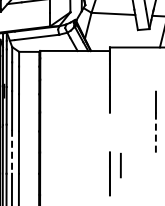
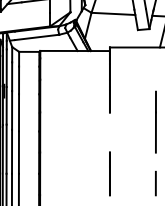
line at (155, 132): dashed -> solid
line at (12, 151): dashed -> solid
line at (120, 165) position: (120, 165) -> (155, 183)
